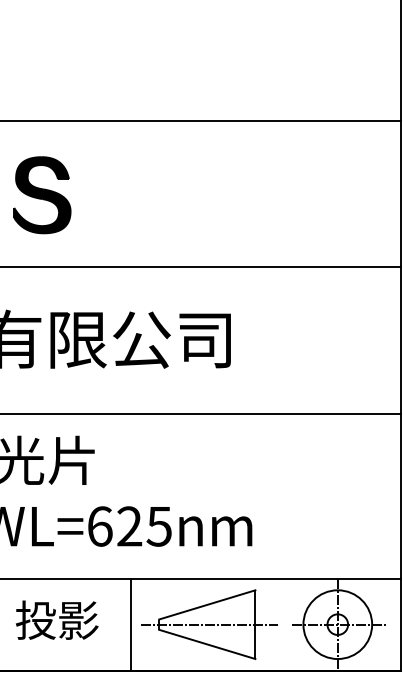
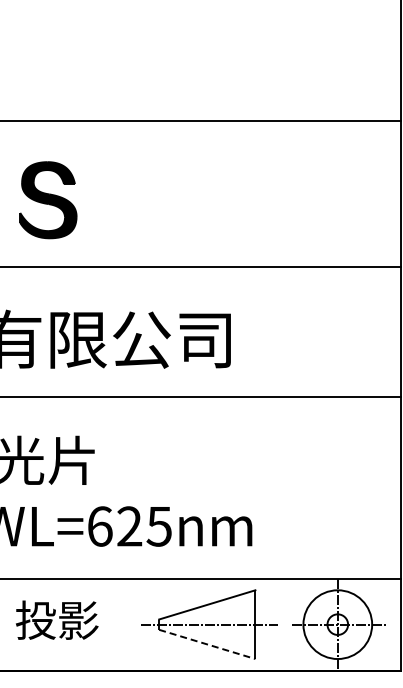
part at (42, 195) position: (42, 195) -> (48, 200)
line at (200, 413) position: (200, 413) -> (200, 396)
line at (131, 624): present -> none
line at (207, 644): solid -> dashed
